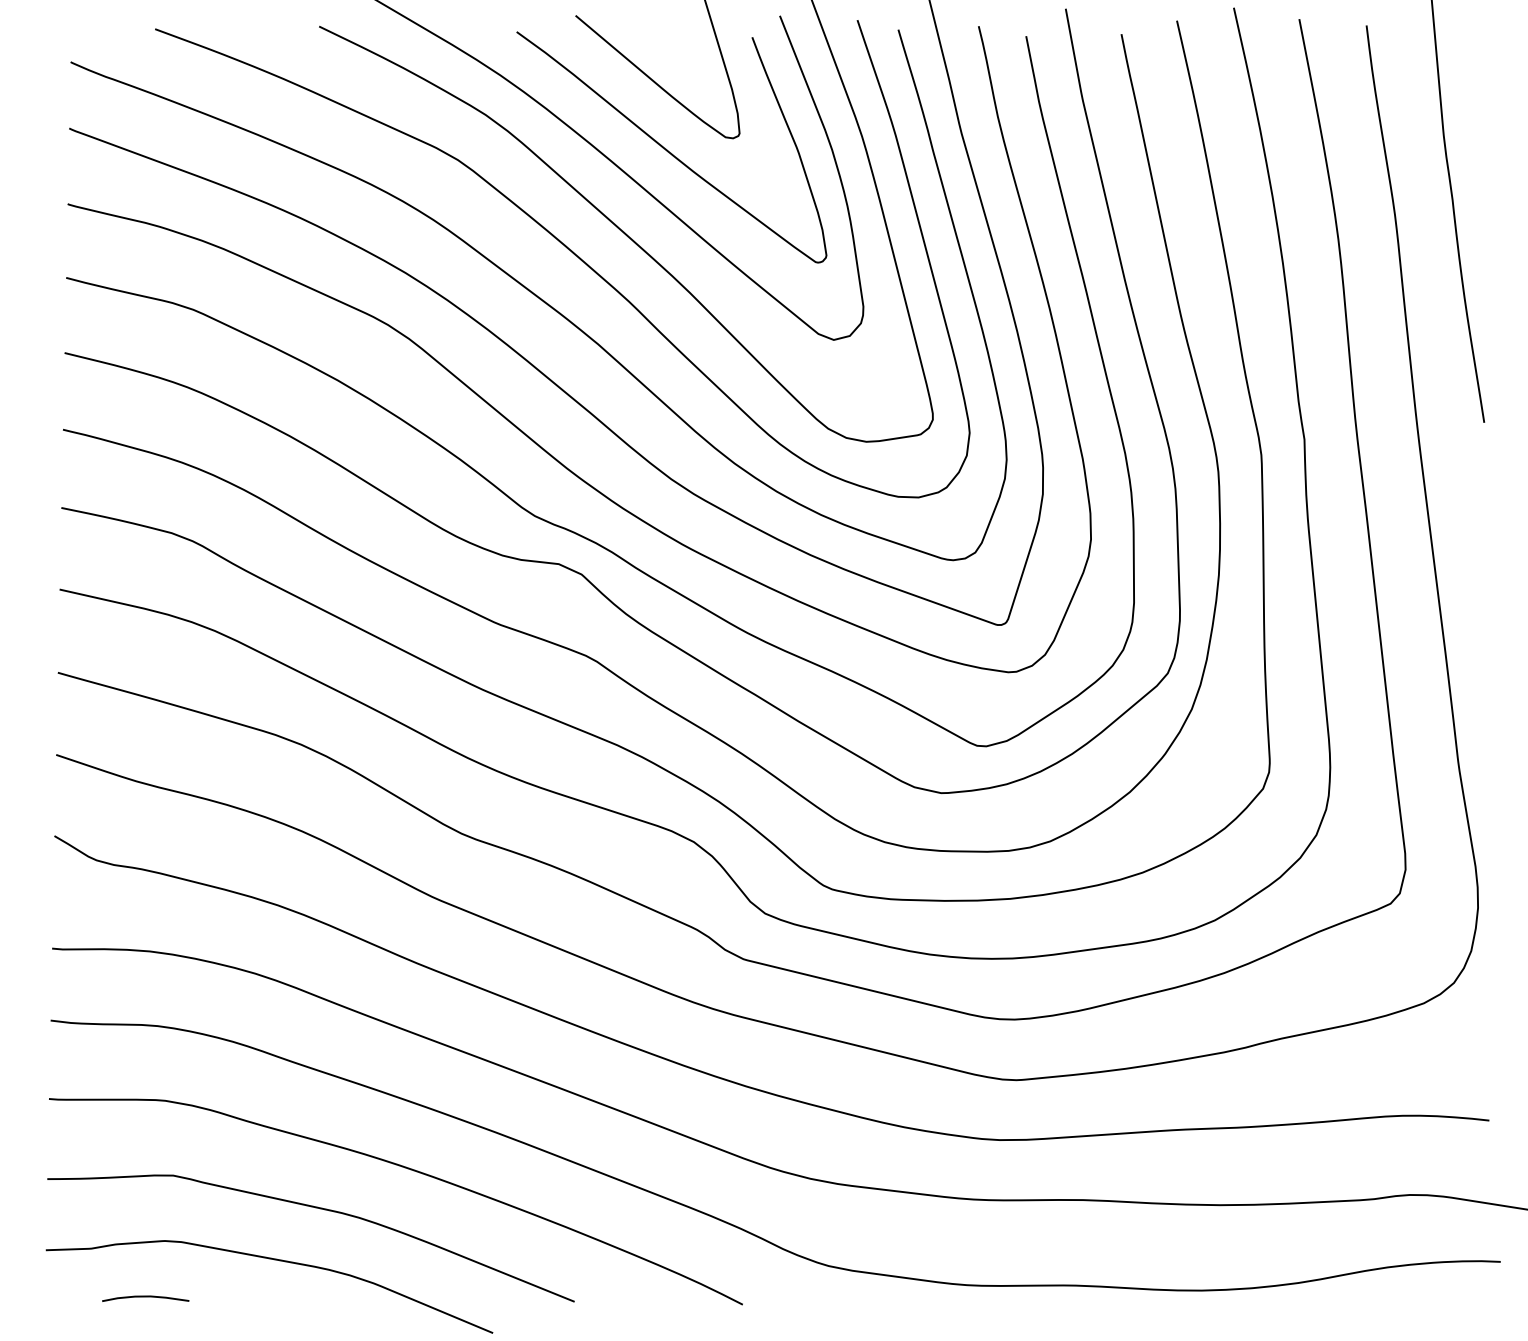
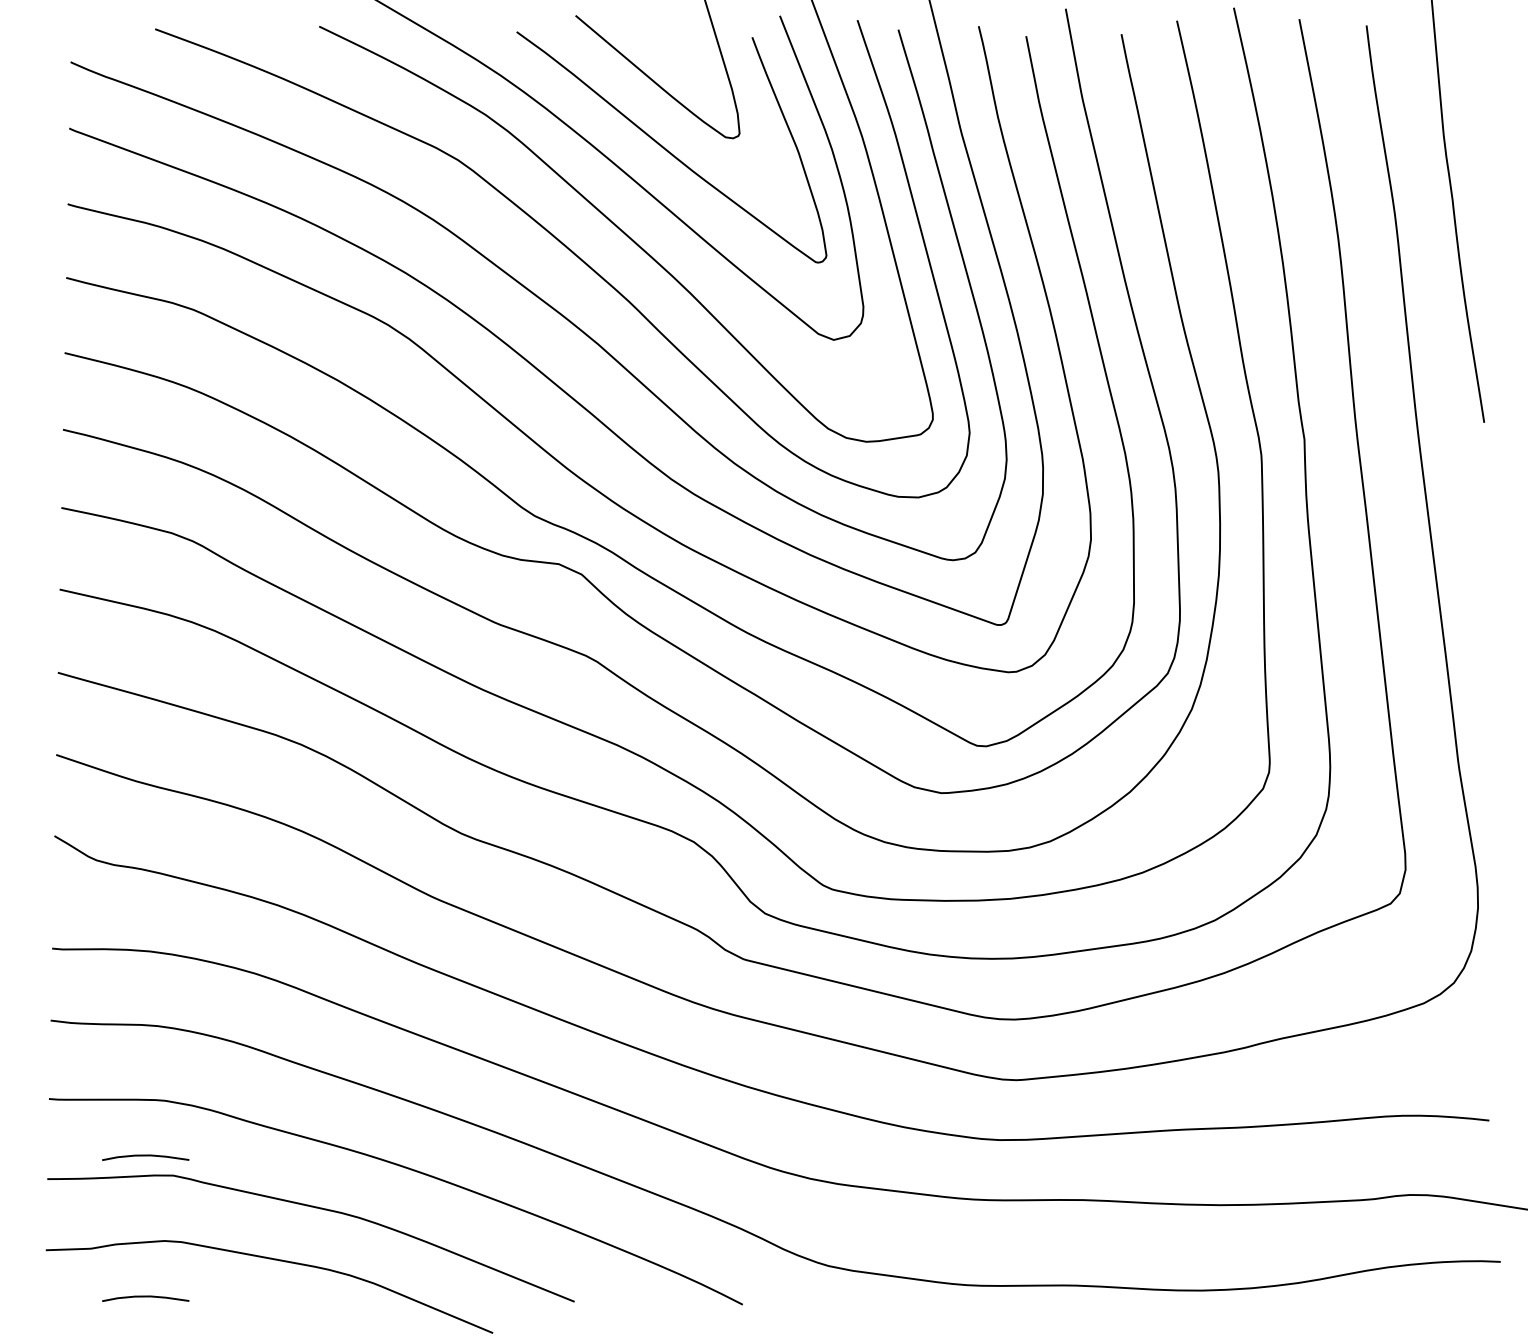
curve at (145, 1156): none -> present
